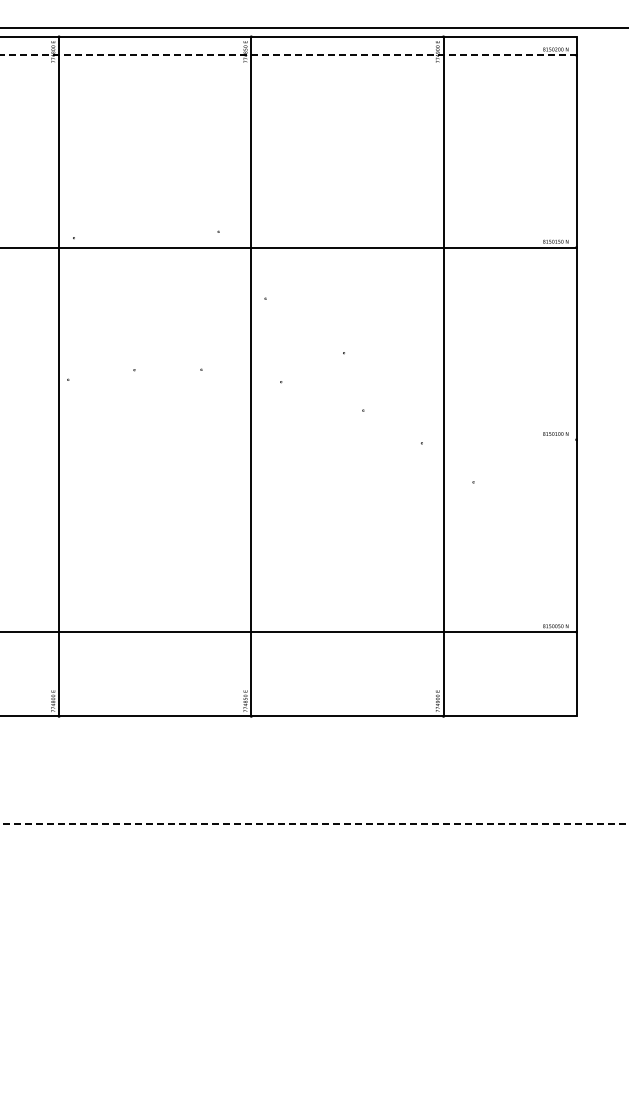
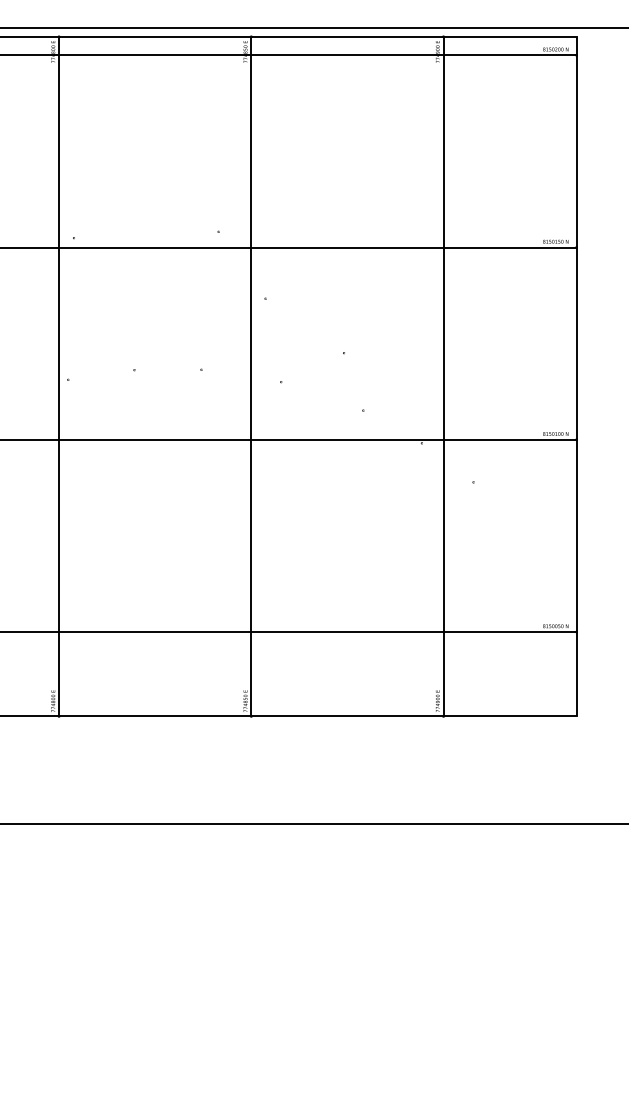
line at (288, 55): dashed -> solid
line at (289, 439): none -> present
line at (314, 824): dashed -> solid
